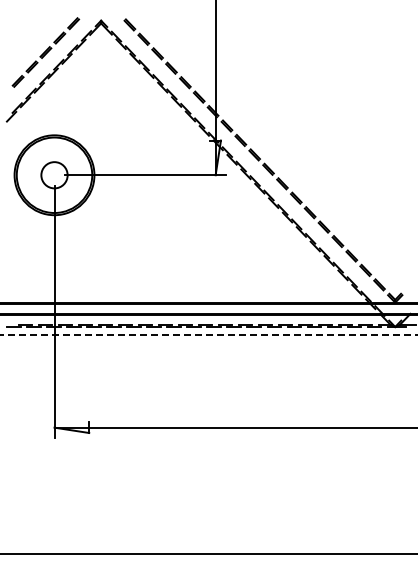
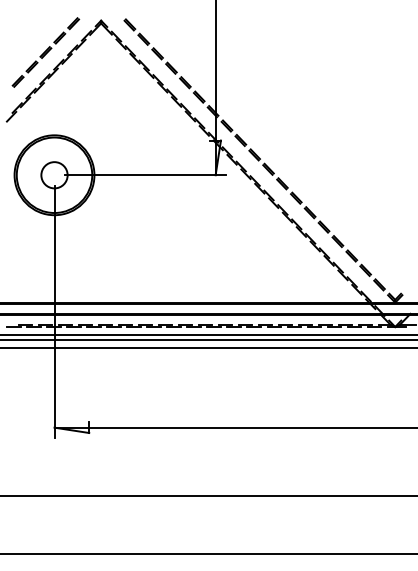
line at (209, 334): dashed -> solid
line at (208, 339): none -> present
line at (208, 347): none -> present
line at (208, 495): none -> present
